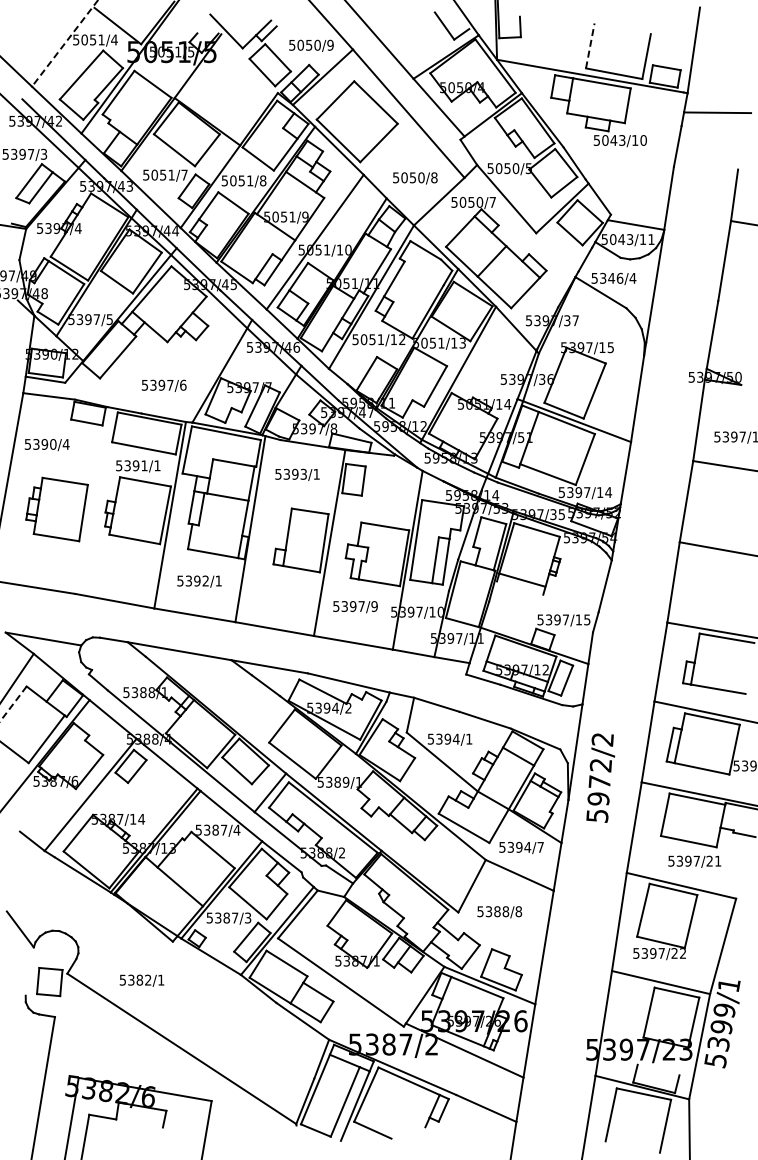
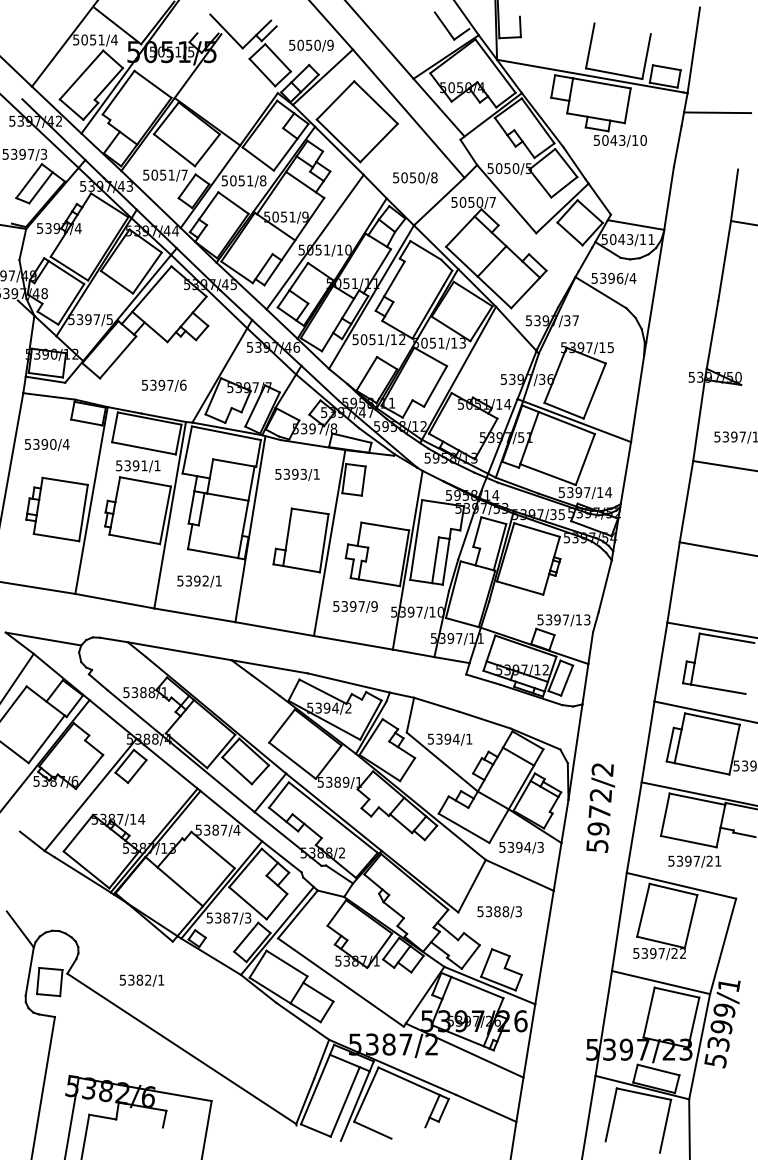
line at (64, 43): dashed -> solid
line at (590, 45): dashed -> solid
text at (611, 277): 5346/4 -> 5396/4
line at (91, 500): none -> present
line at (521, 579) position: (521, 579) -> (519, 587)
text at (587, 619): 5397/15 -> 5397/13
line at (13, 703): dashed -> solid
text at (600, 777) position: (600, 777) -> (600, 807)
text at (540, 846): 5394/7 -> 5394/3
text at (518, 911): 5388/8 -> 5388/3
line at (29, 971): none -> present
line at (658, 1069): none -> present
